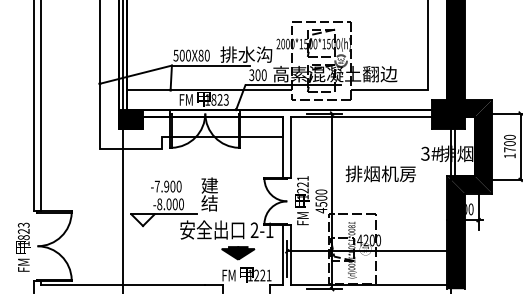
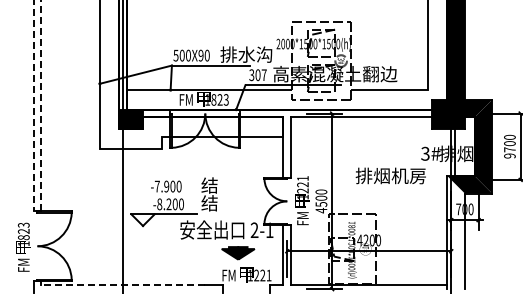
text at (200, 55): 500X80 -> 500X90
text at (263, 75): 300 -> 307
line at (41, 105): solid -> dashed
line at (33, 106): solid -> dashed
text at (509, 155): 1700 -> 9700
text at (380, 173) position: (380, 173) -> (390, 175)
text at (209, 185): 建 -> 结
text at (168, 204): -8.000 -> -8.200
fill at (455, 232): present -> none
line at (123, 285): solid -> dashed
